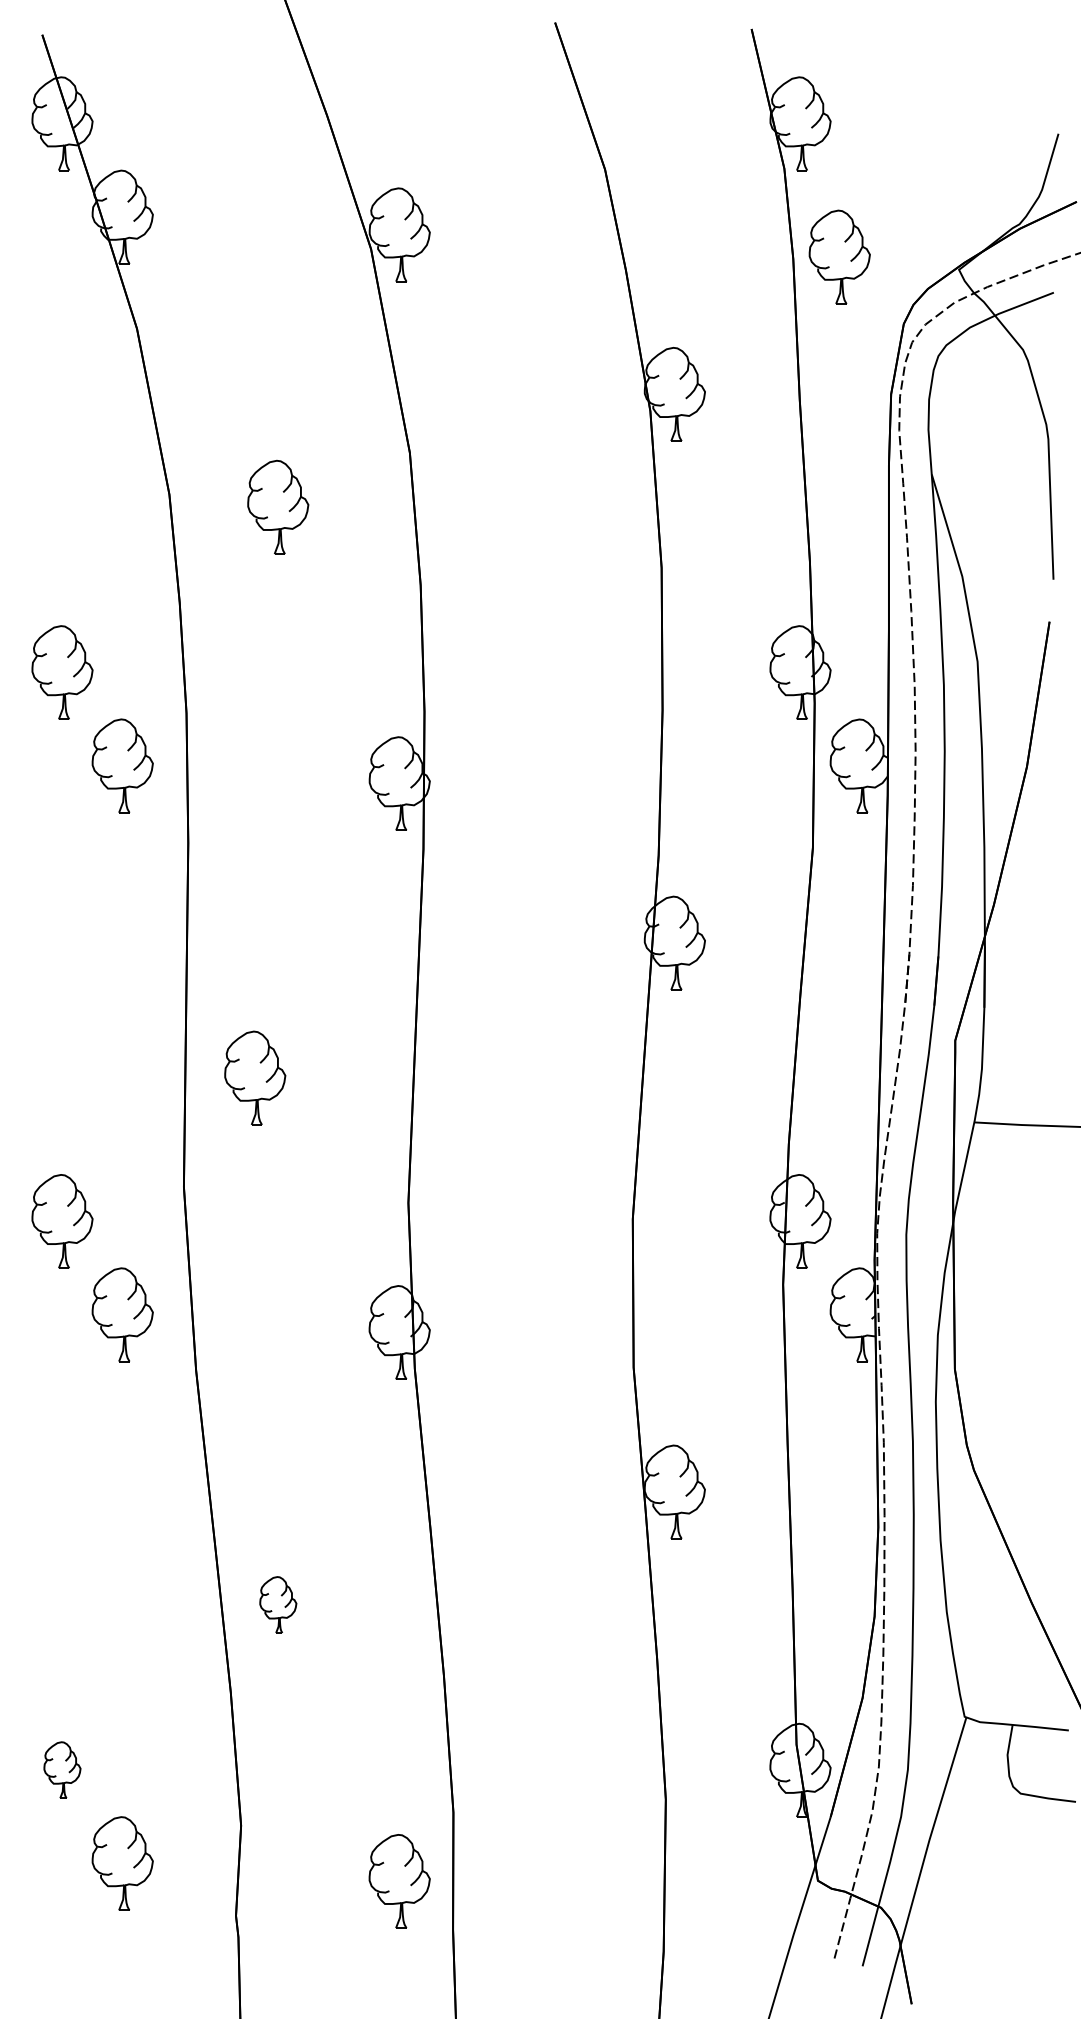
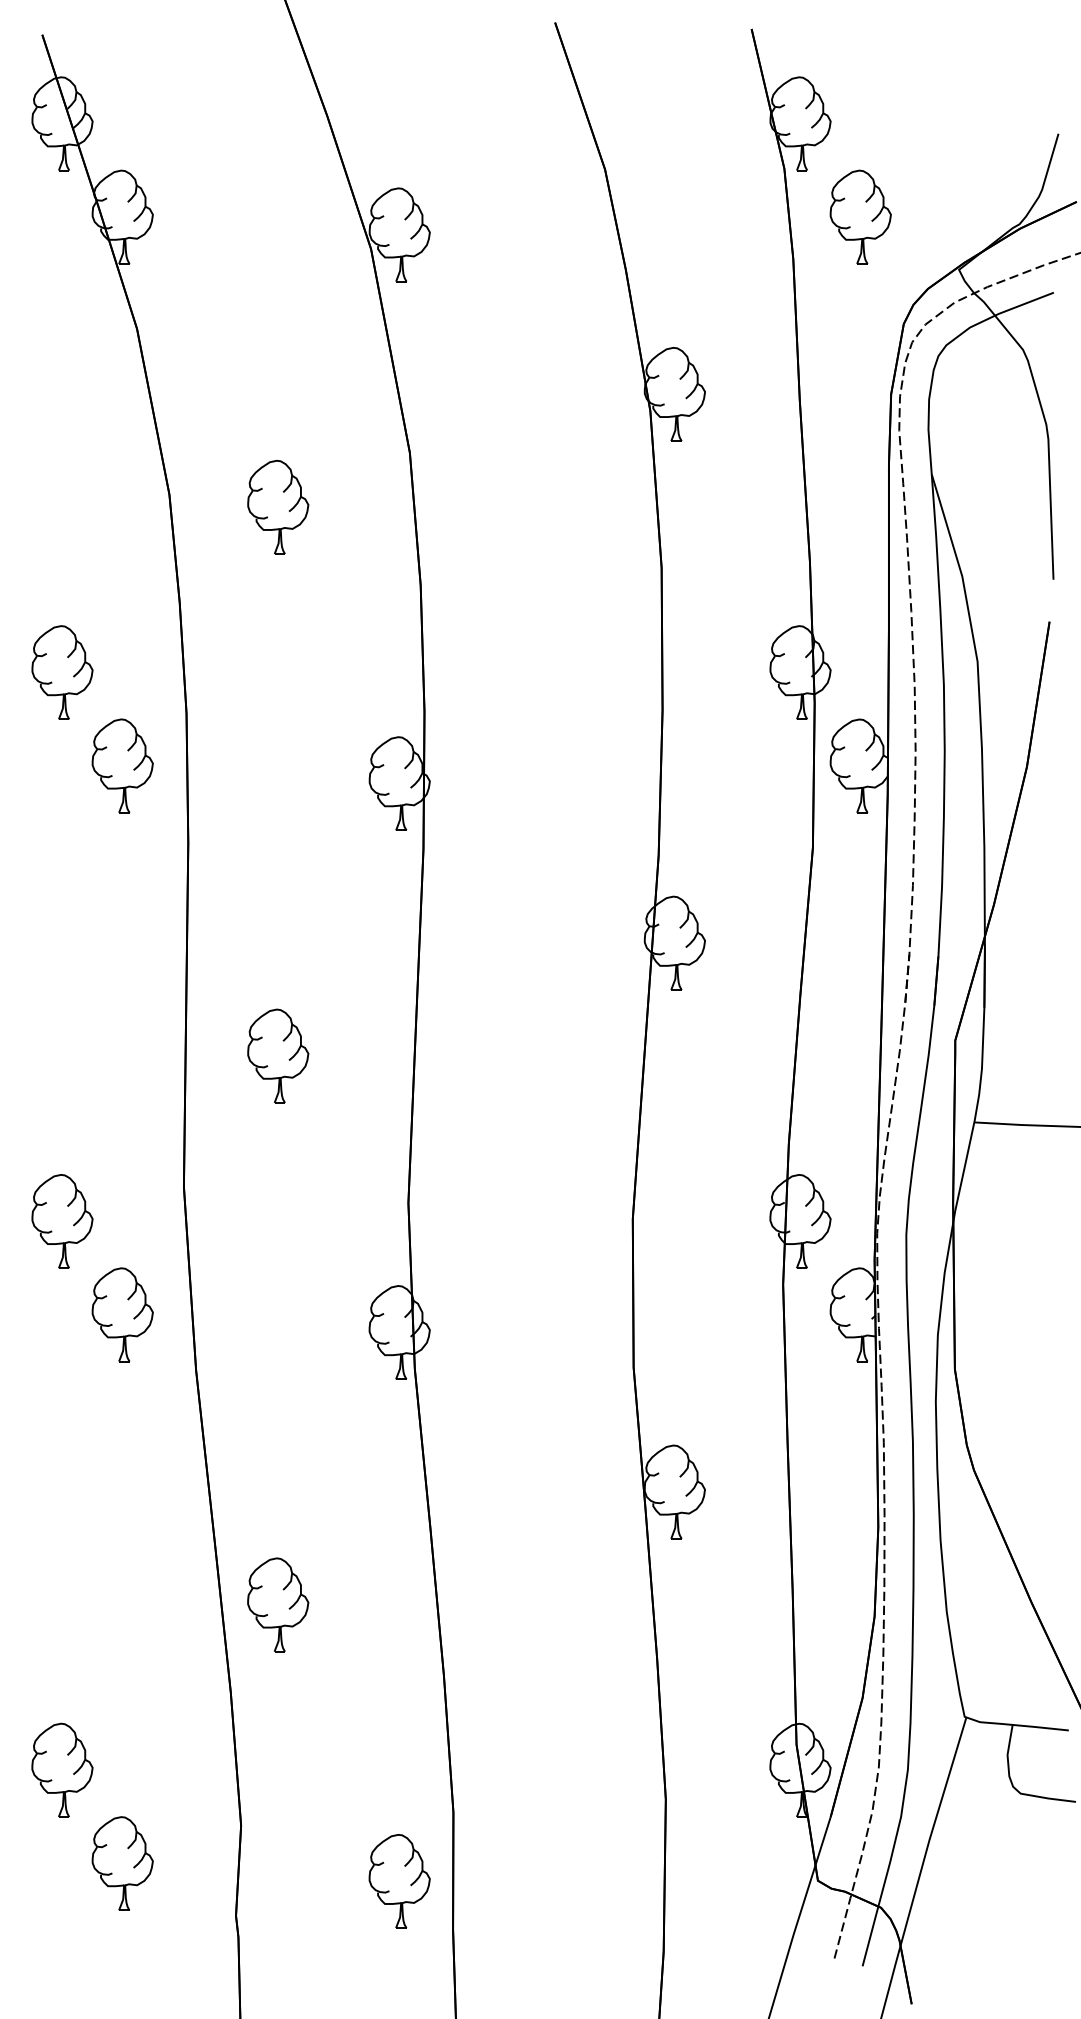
part at (839, 256) position: (839, 256) -> (860, 216)
part at (255, 1077) position: (255, 1077) -> (278, 1055)
part at (278, 1604) size: 39x58 px -> 63x96 px
part at (62, 1769) size: 39x58 px -> 63x96 px
